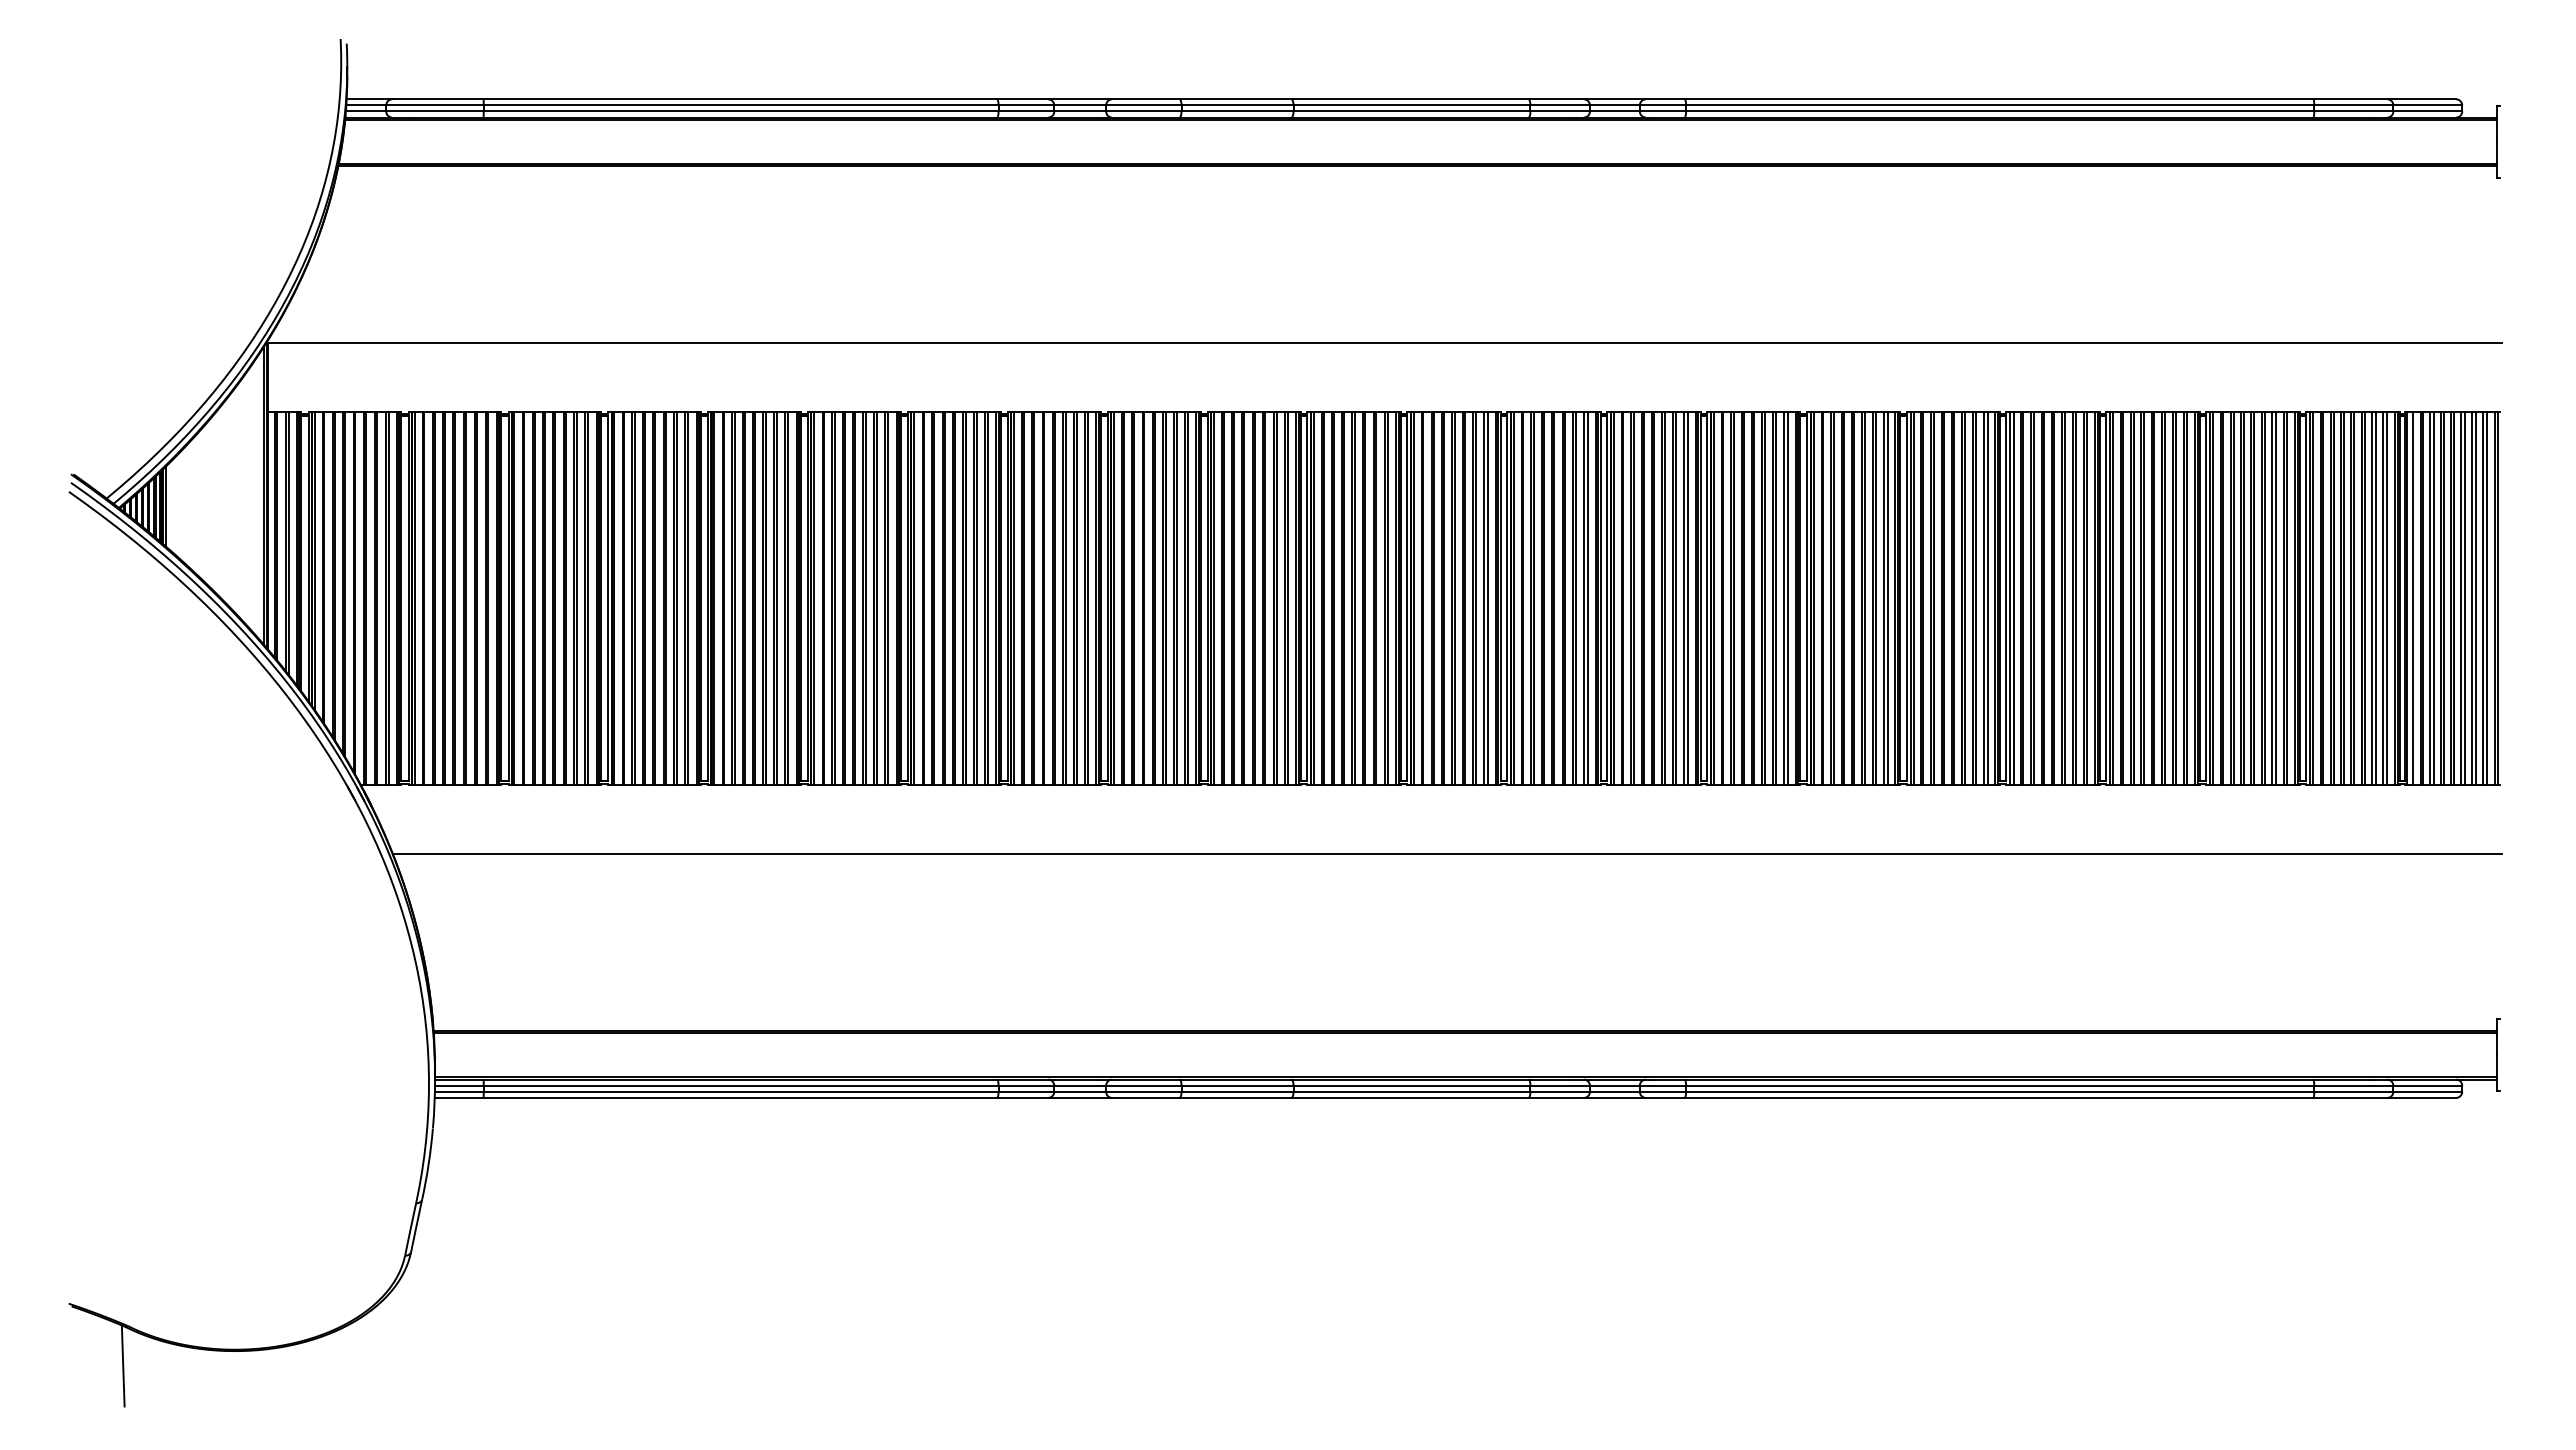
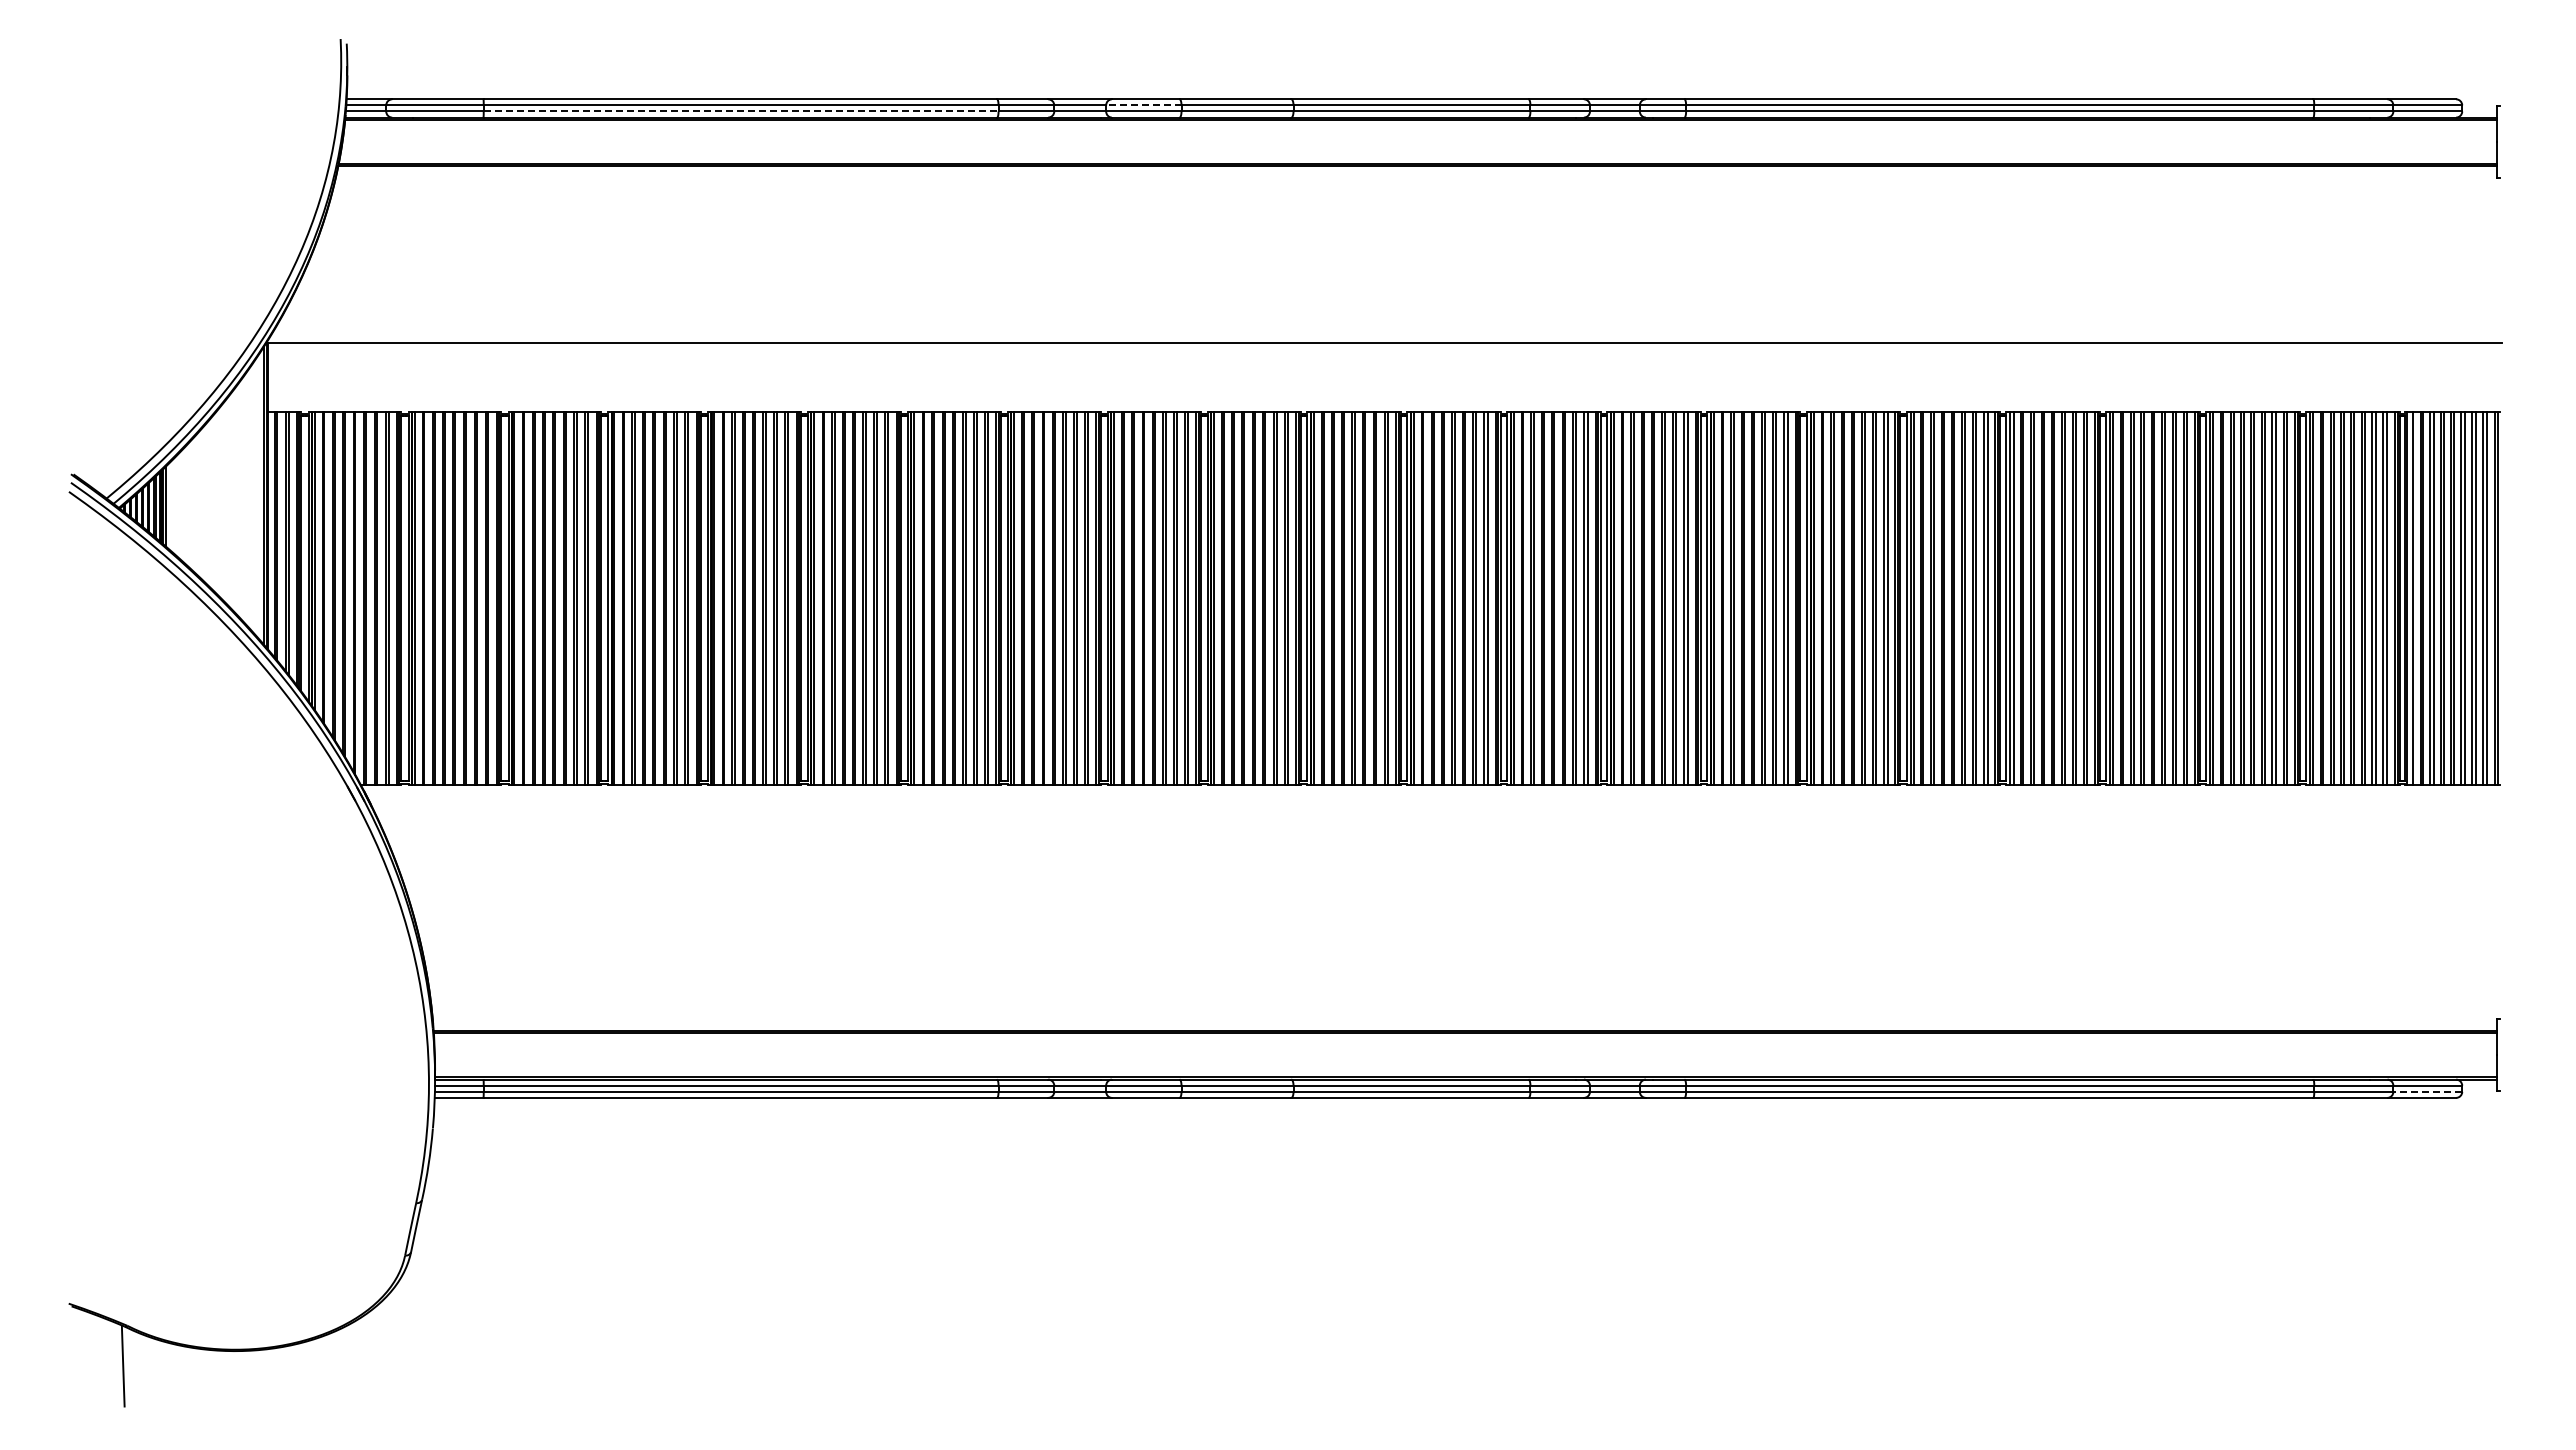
line at (1143, 105): solid -> dashed
line at (741, 111): solid -> dashed
line at (1447, 854): present -> none
line at (2427, 1091): solid -> dashed
